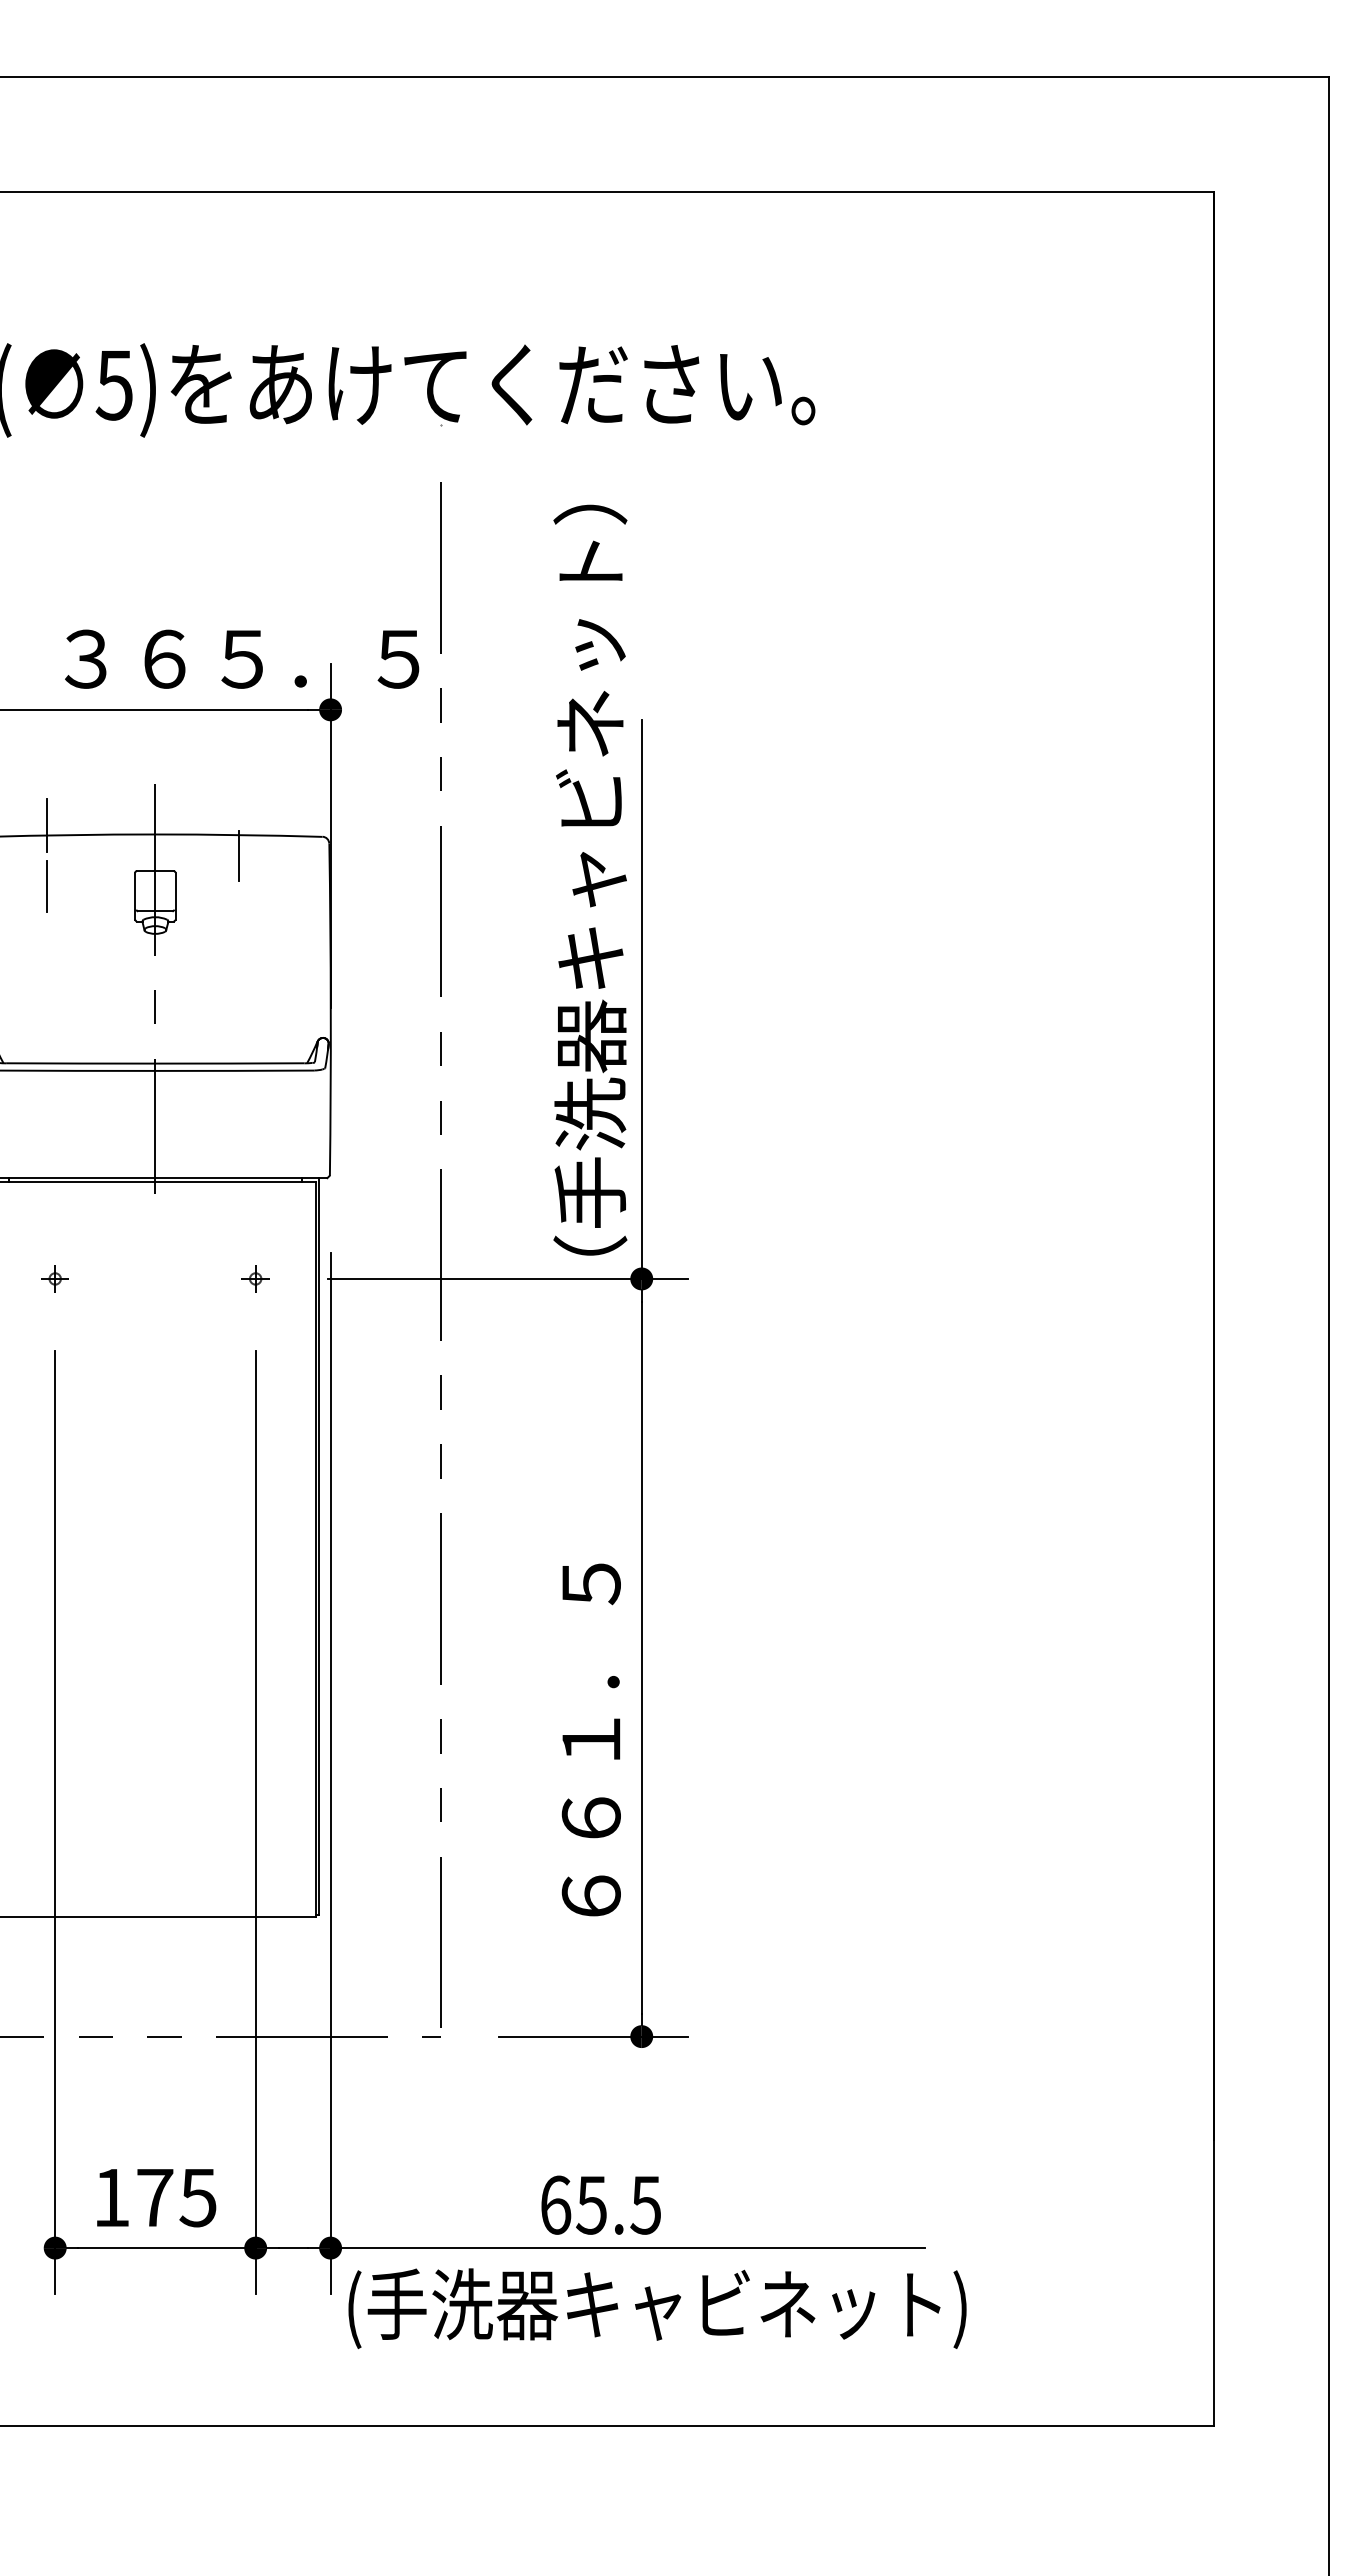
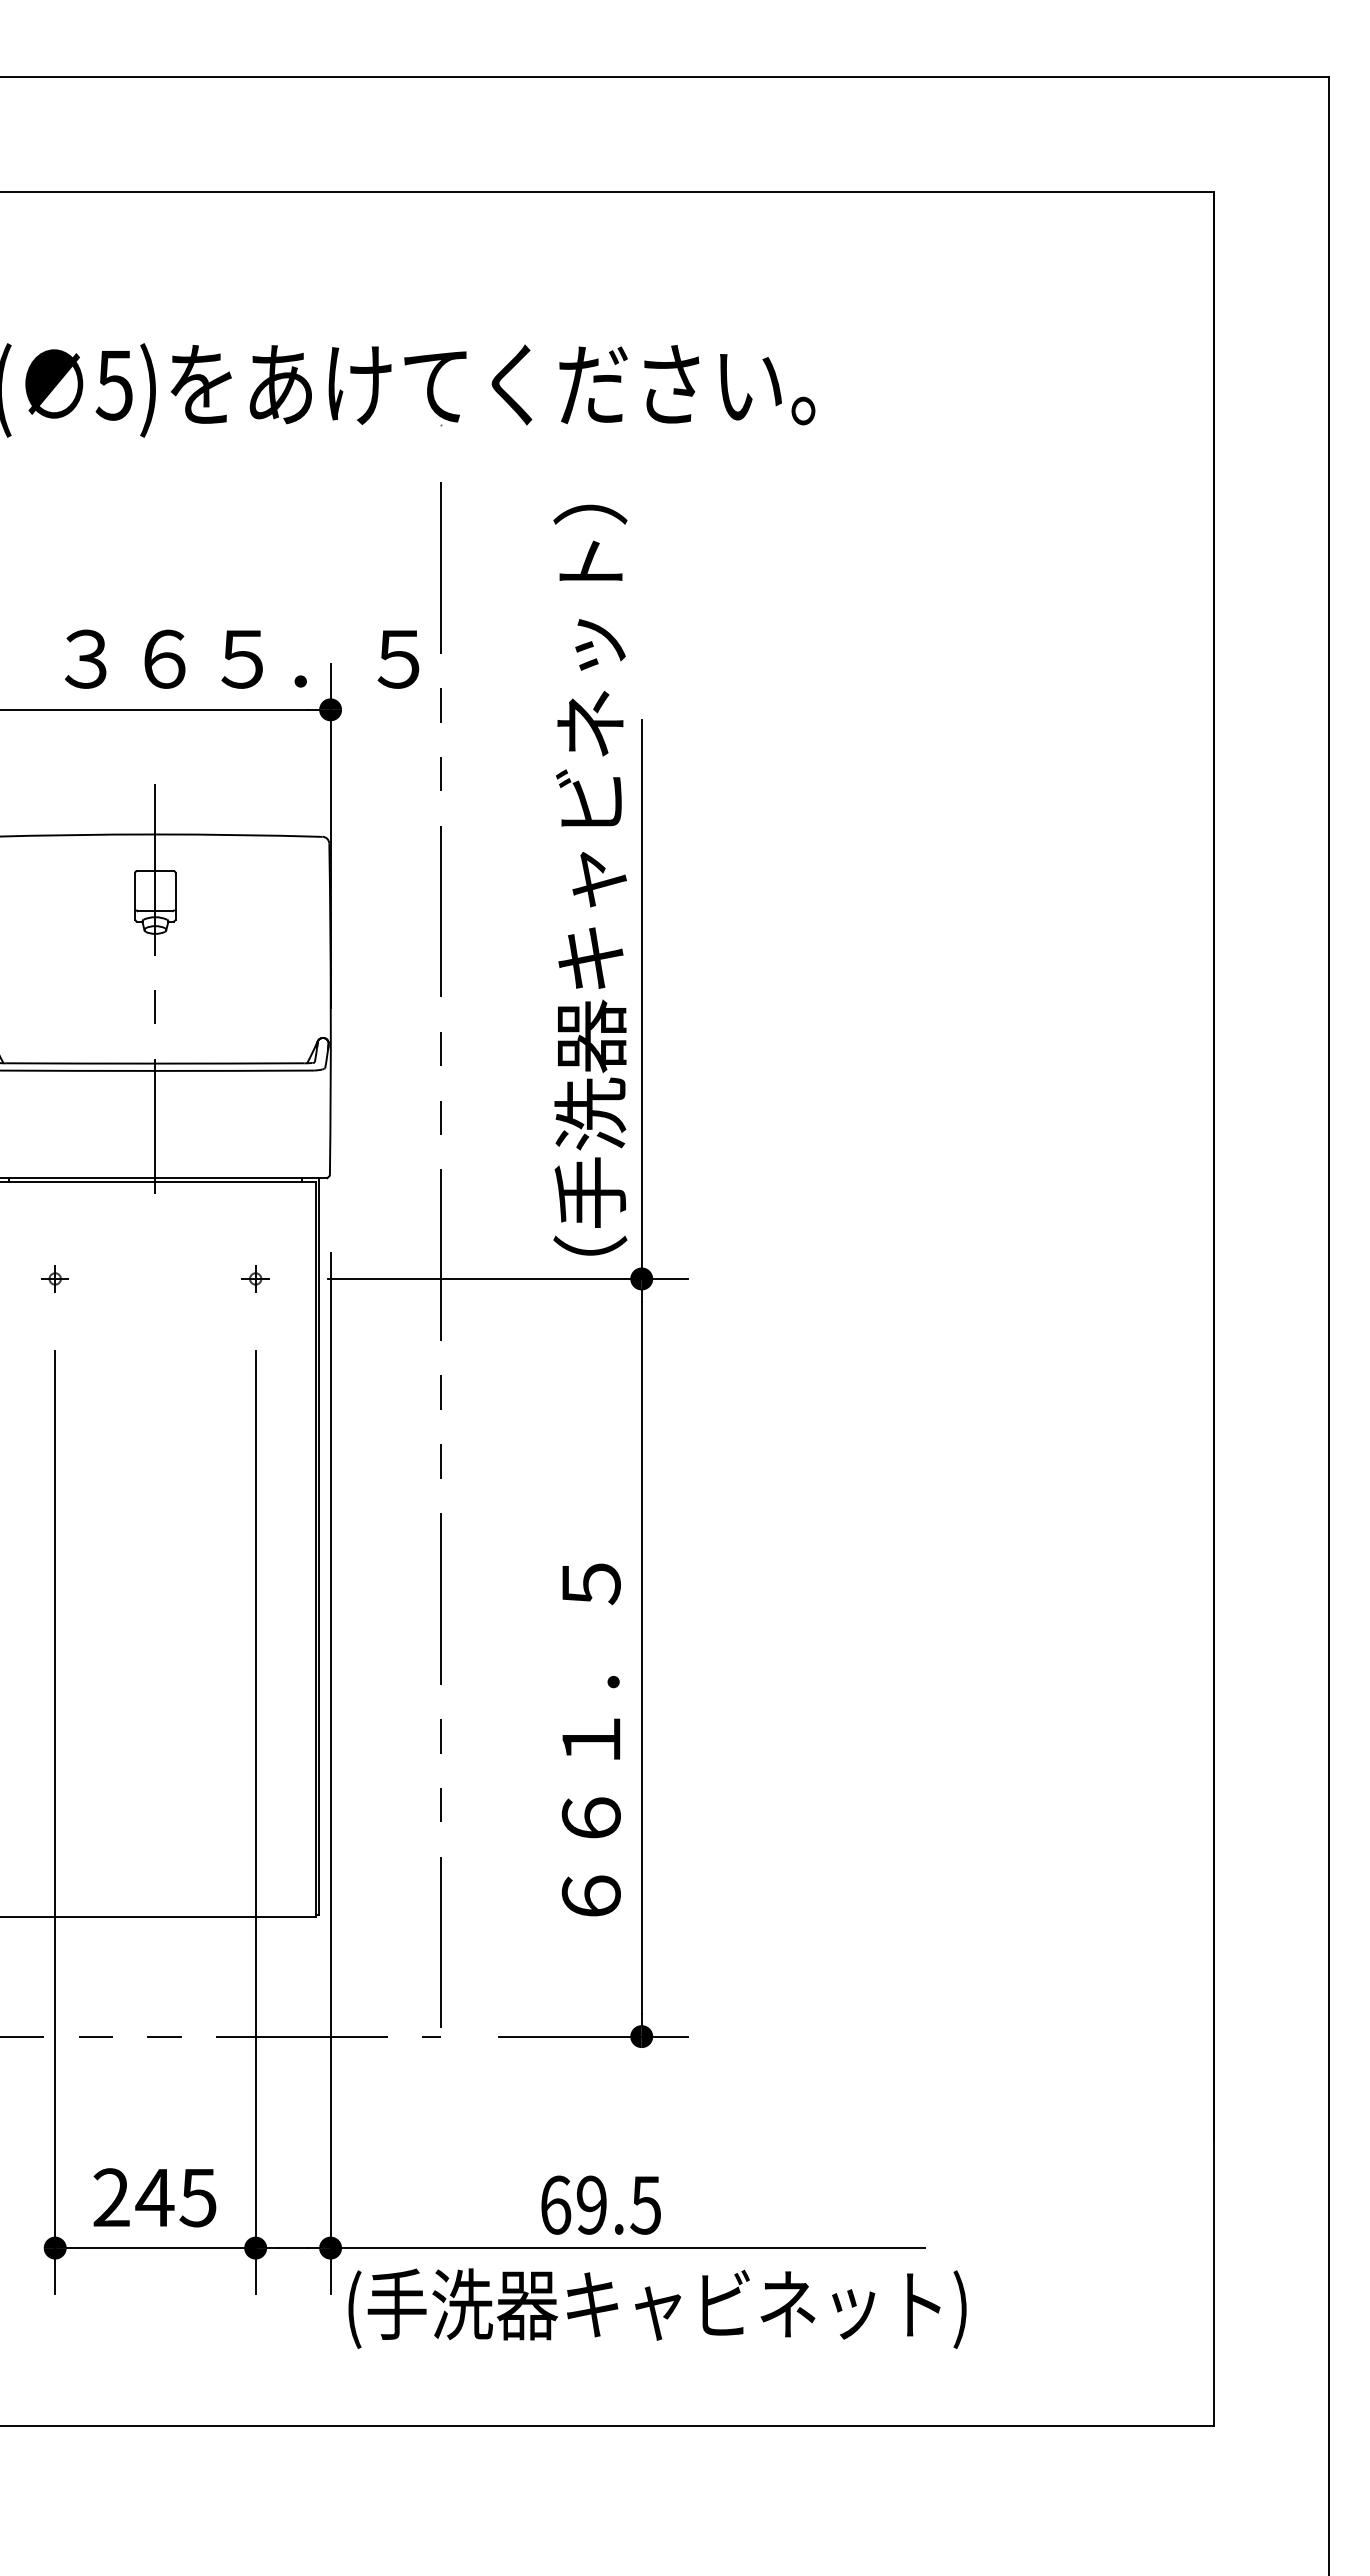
line at (46, 825): present -> none
line at (239, 856): present -> none
line at (46, 886): present -> none
text at (133, 2197): 175 -> 245
text at (591, 2204): 65.5 -> 69.5
